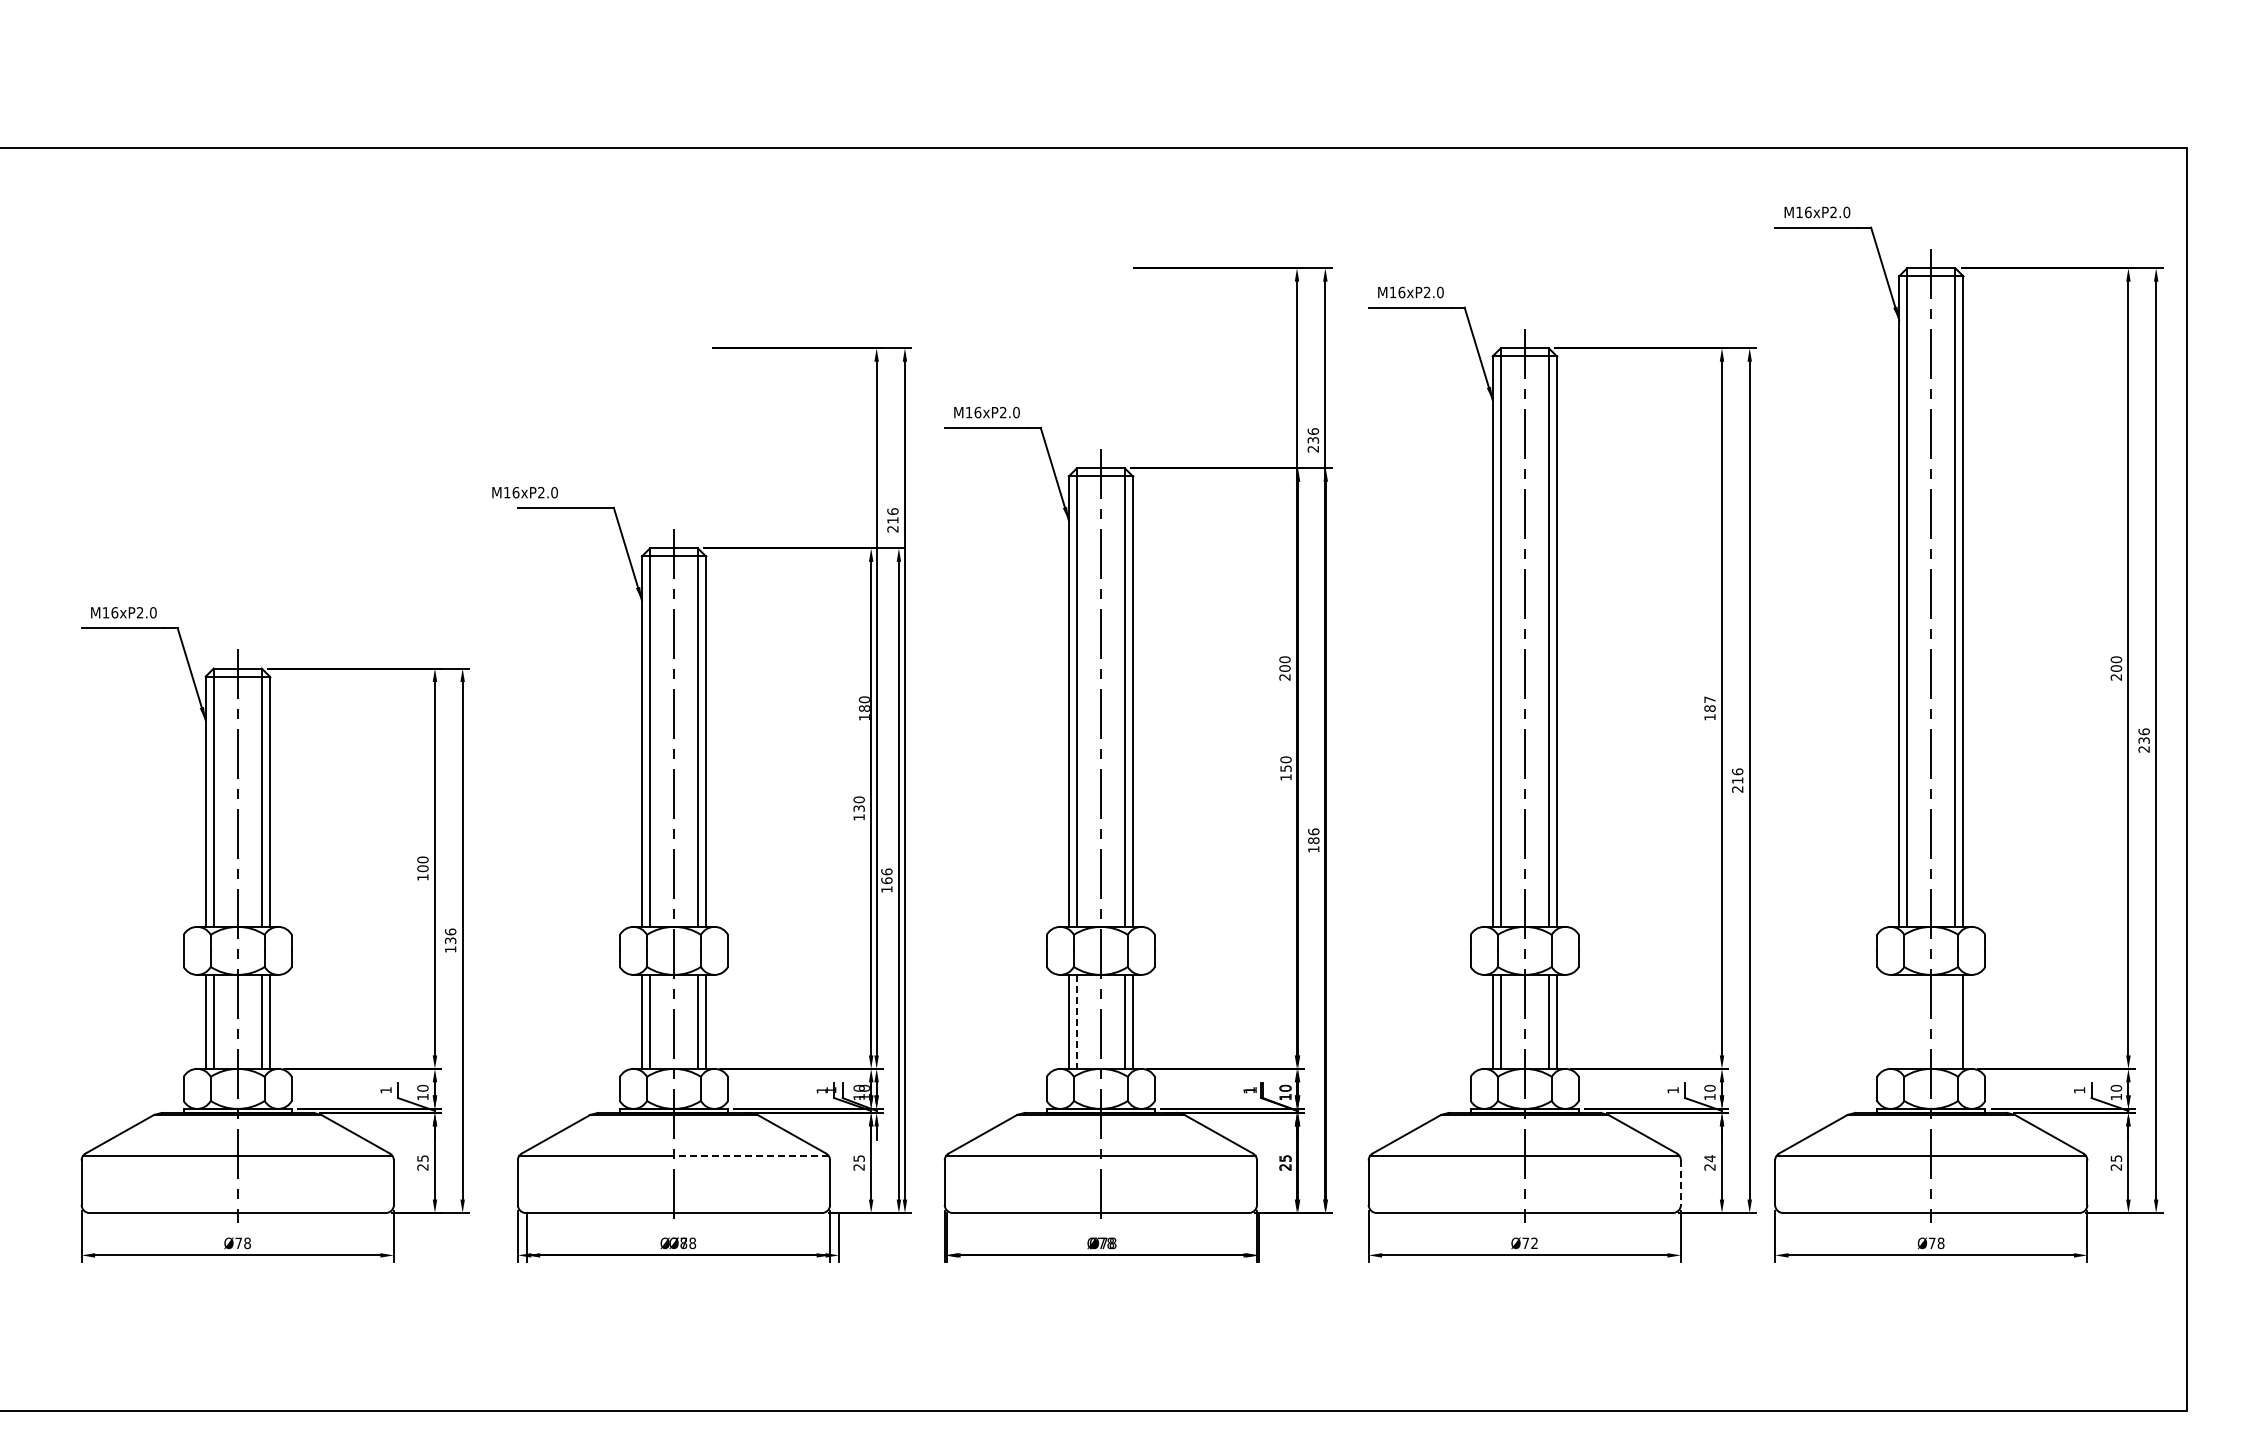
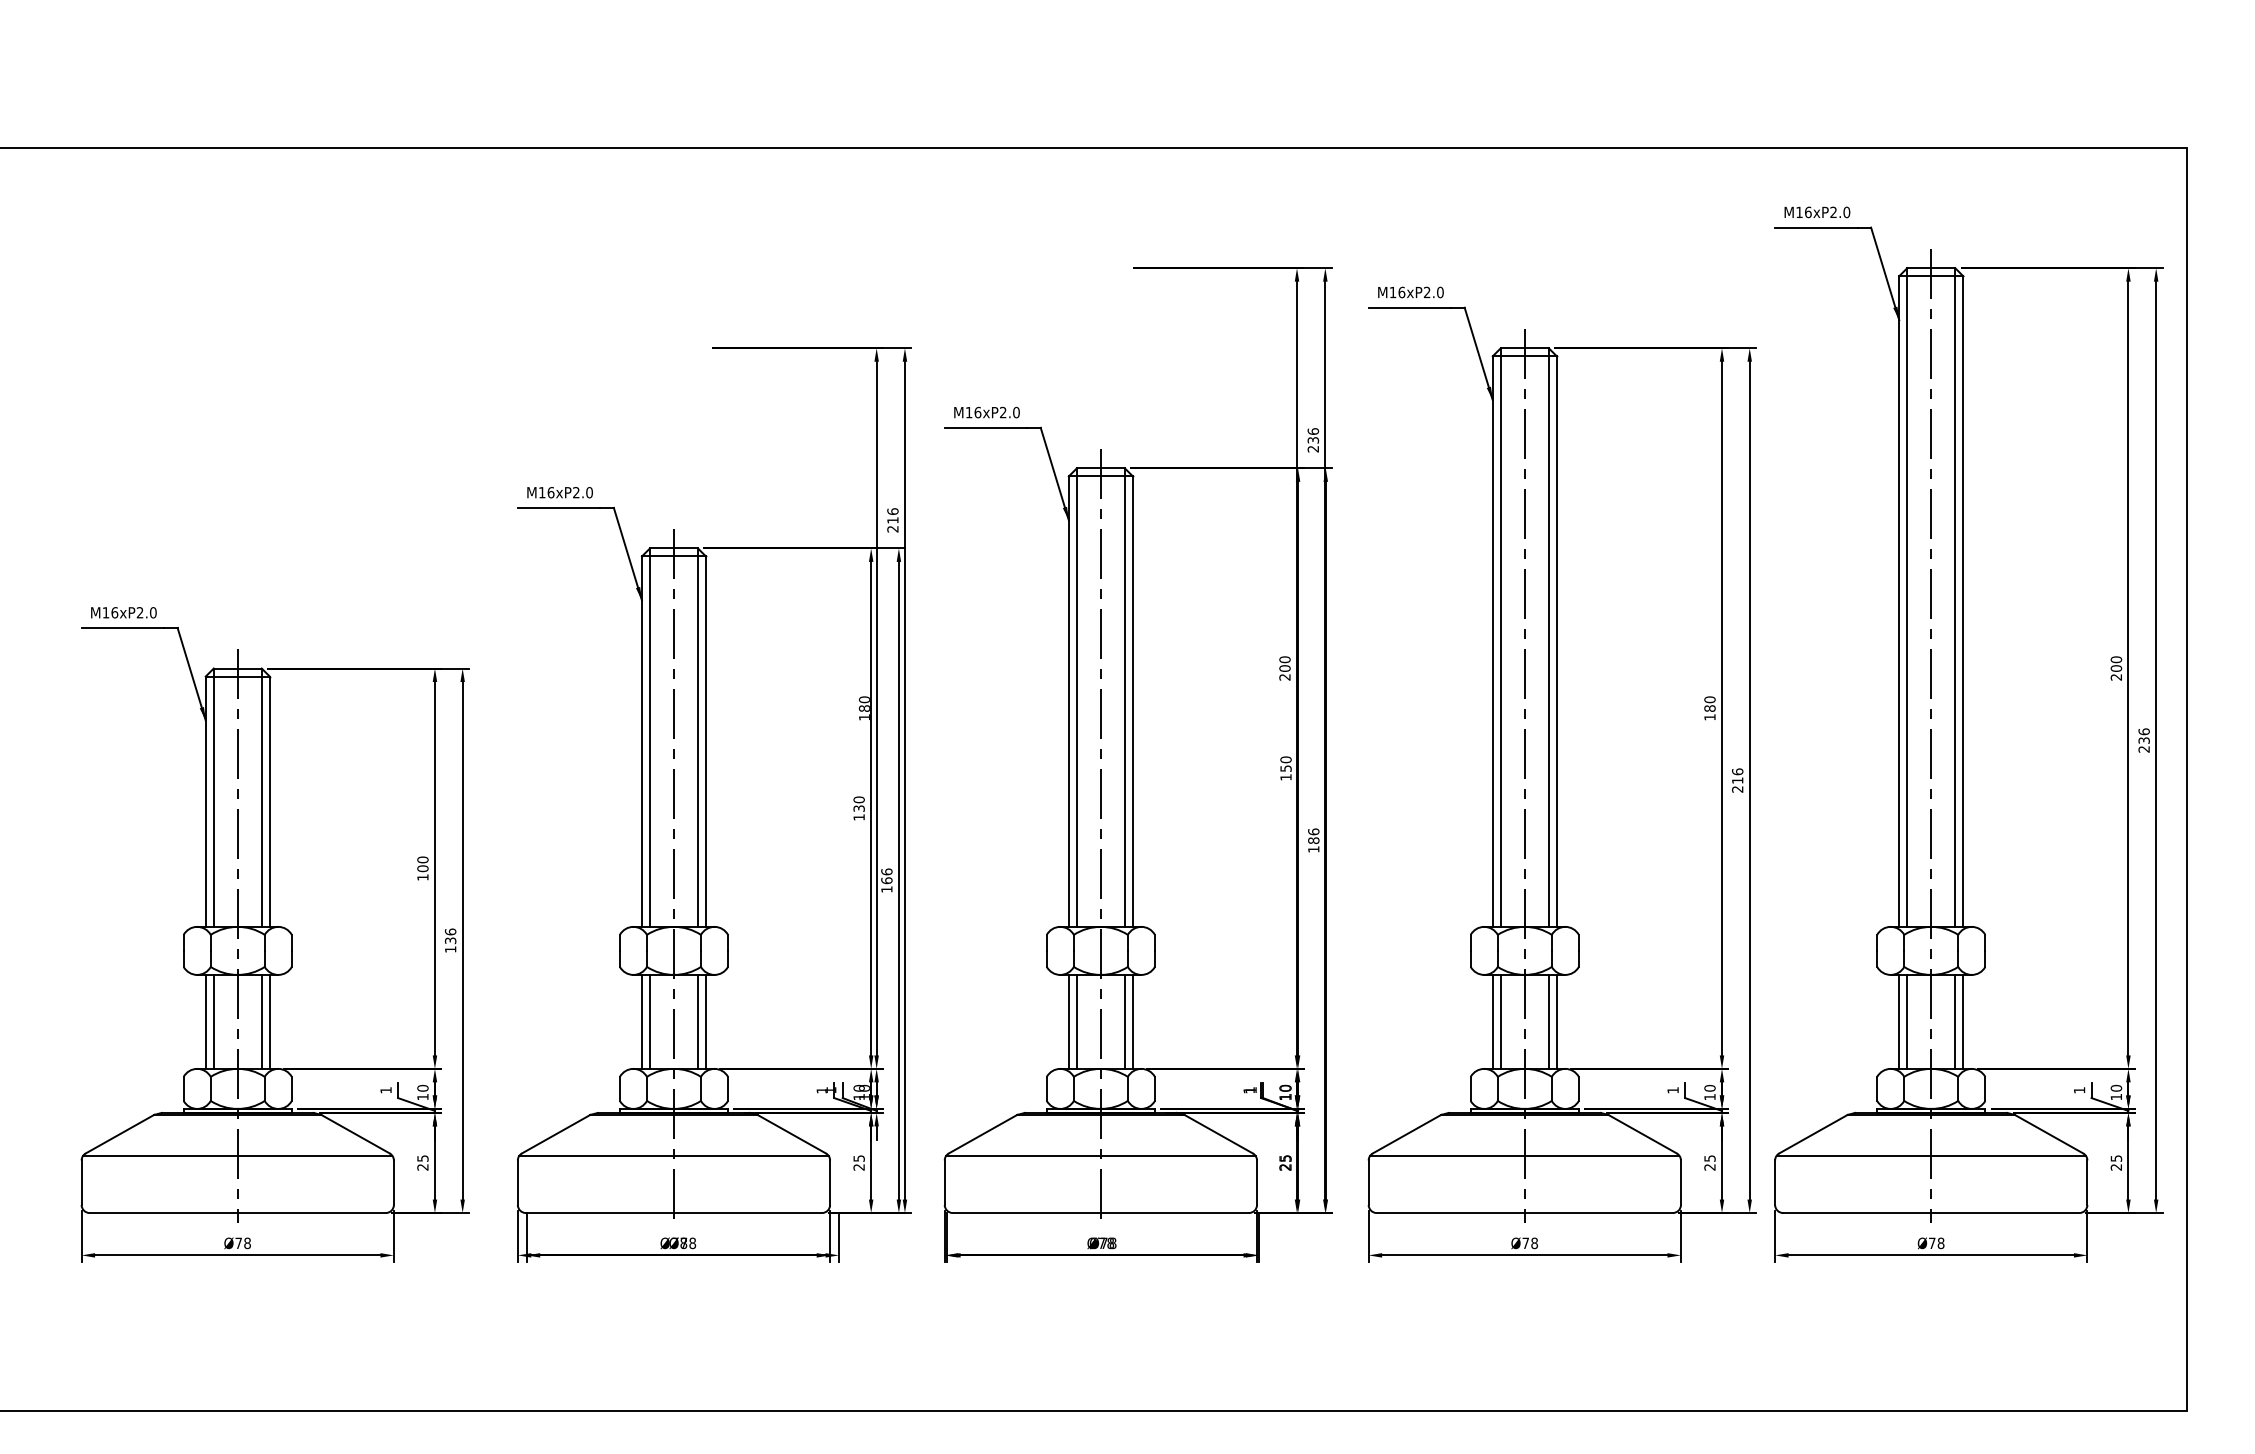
text at (524, 492) position: (524, 492) -> (559, 492)
text at (1709, 699): 187 -> 180
line at (1076, 1021): dashed -> solid
line at (1899, 1021): none -> present
line at (1907, 1021): none -> present
line at (1955, 1021): none -> present
line at (750, 1155): dashed -> solid
text at (1709, 1158): 24 -> 25
line at (1680, 1183): dashed -> solid
text at (1534, 1243): Ø72 -> Ø78
